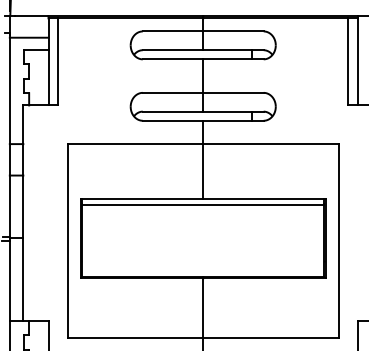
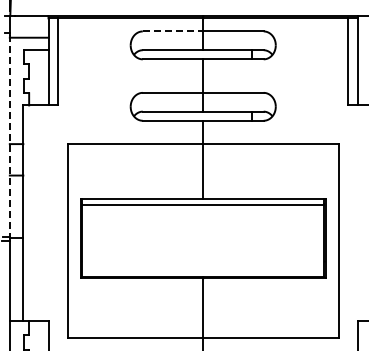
line at (173, 31): solid -> dashed
line at (9, 136): solid -> dashed
